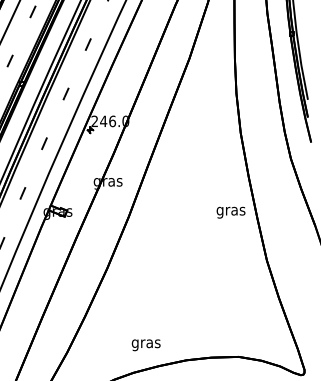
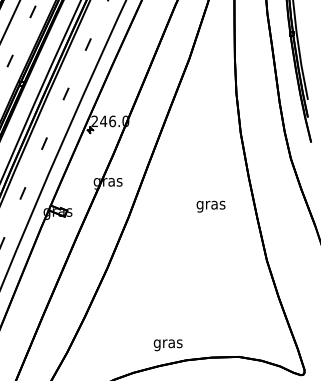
text at (230, 212) position: (230, 212) -> (210, 206)
text at (145, 345) position: (145, 345) -> (167, 345)
